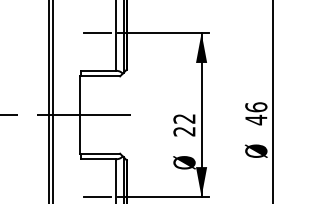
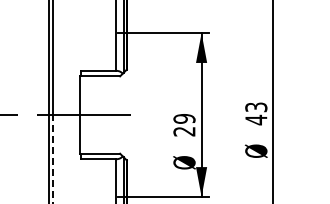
line at (96, 33): present -> none
text at (256, 107): 46 -> 43
text at (184, 118): 22 -> 29
line at (53, 158): solid -> dashed
line at (96, 196): present -> none
